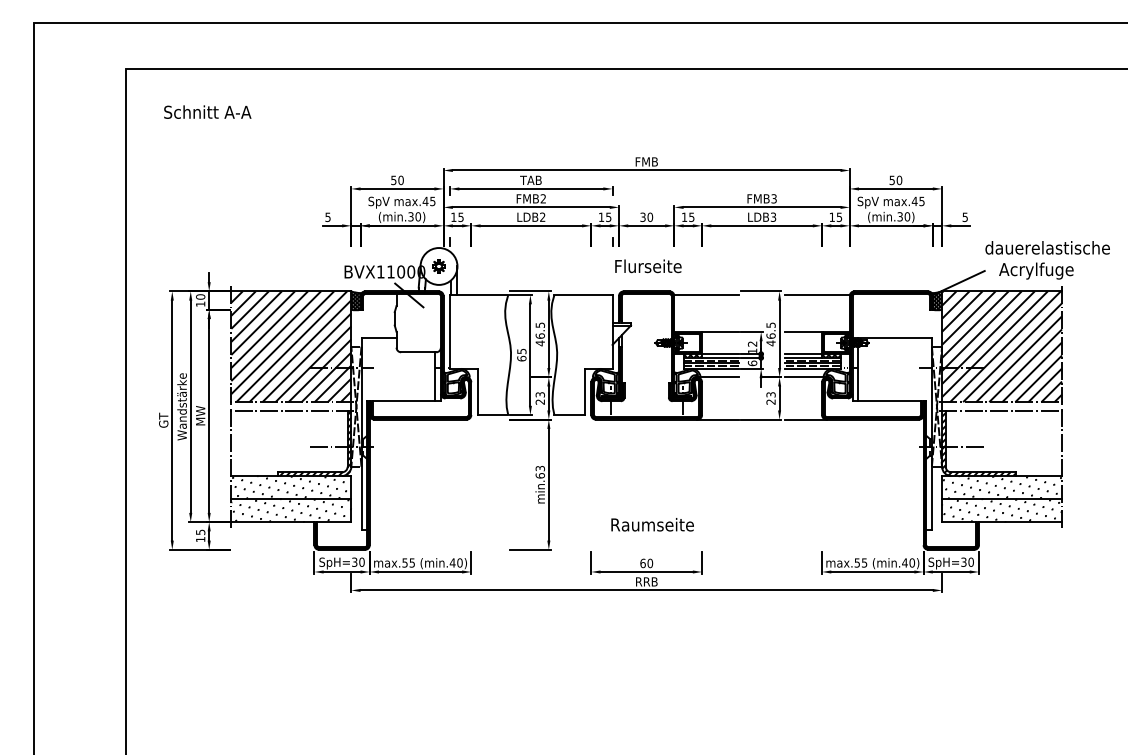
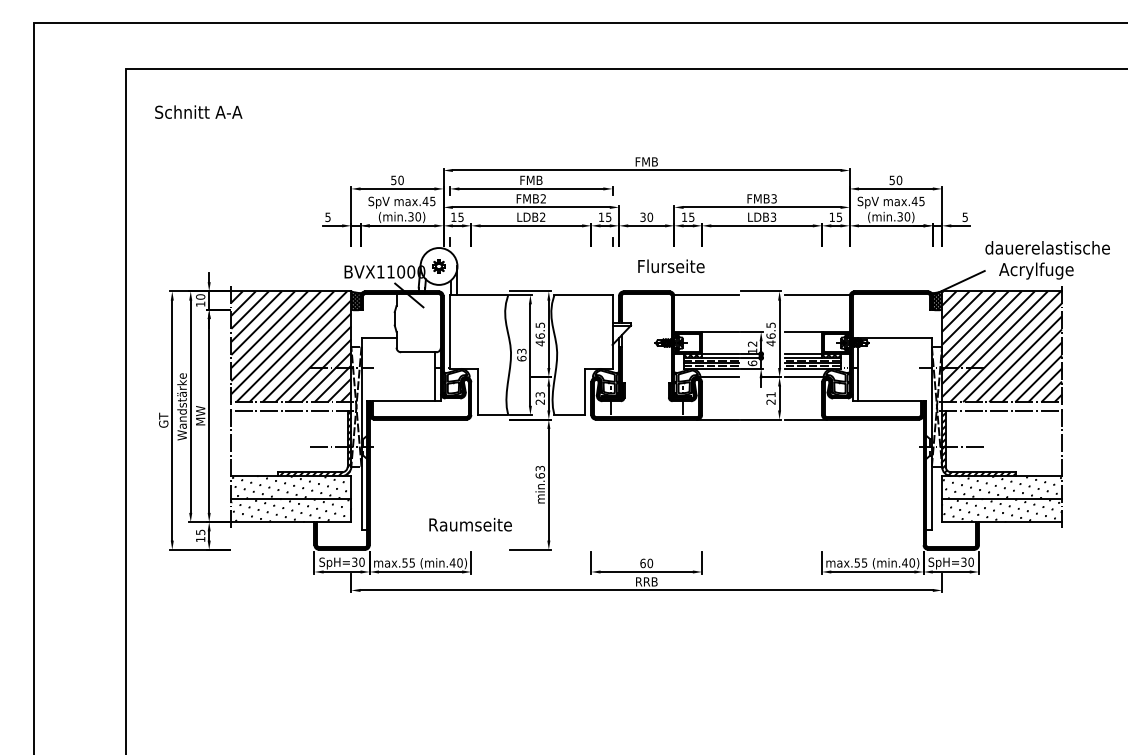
text at (207, 111) position: (207, 111) -> (198, 111)
text at (531, 179): TAB -> FMB
text at (648, 266) position: (648, 266) -> (671, 266)
text at (521, 351): 65 -> 63
text at (770, 394): 23 -> 21
text at (652, 524) position: (652, 524) -> (470, 524)
